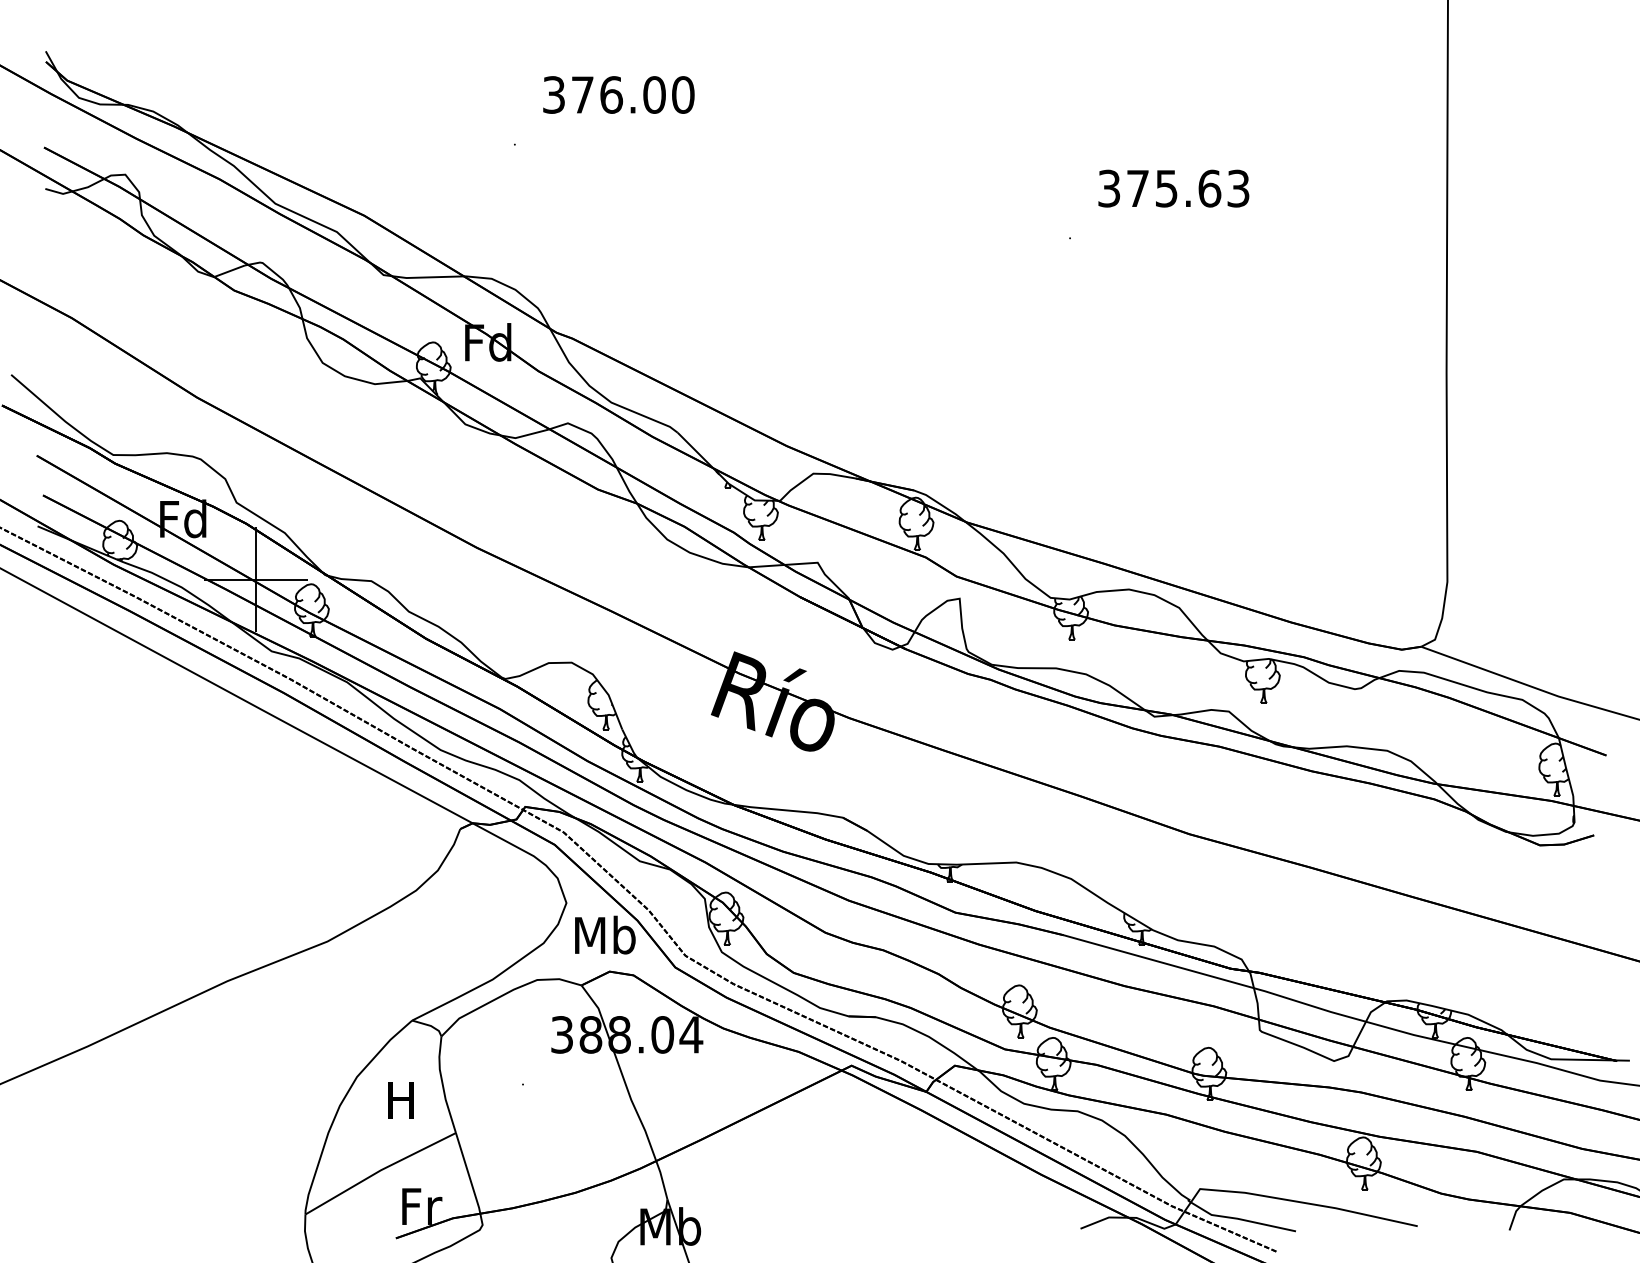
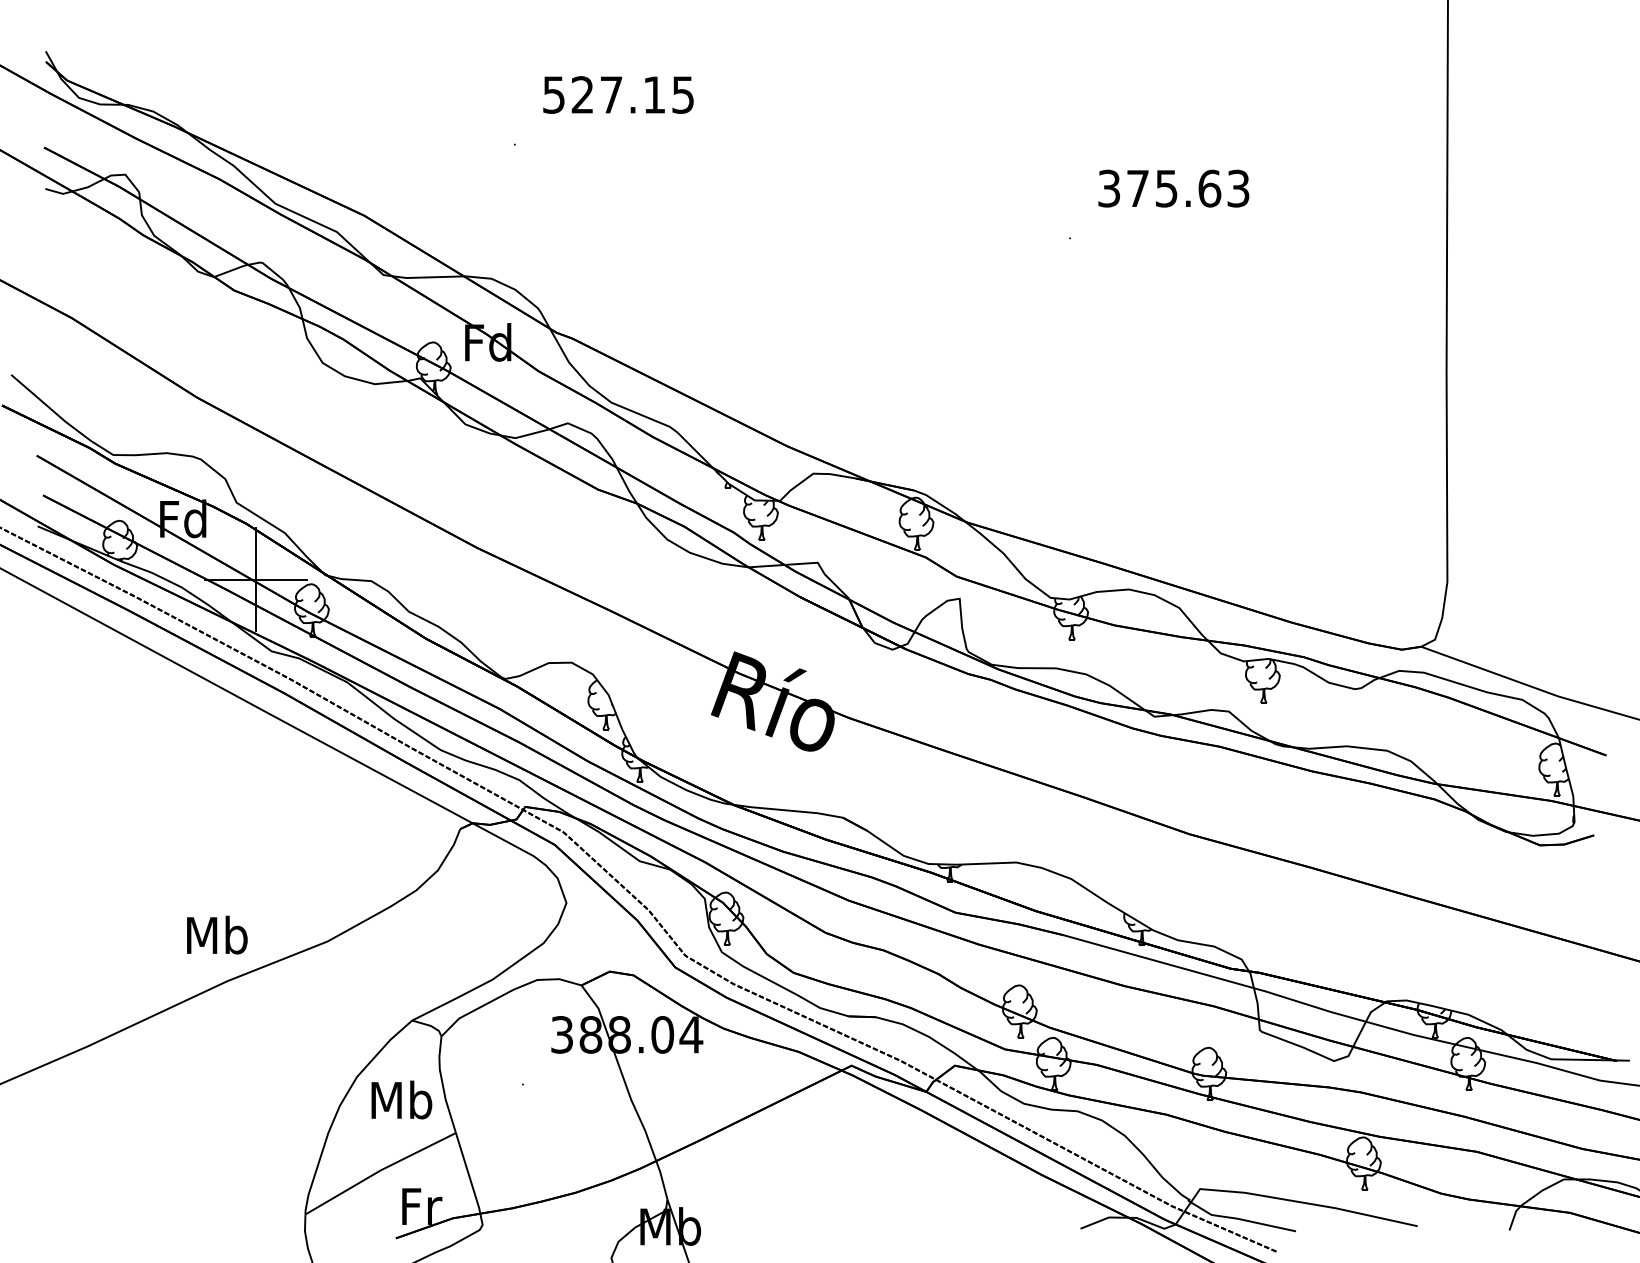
text at (618, 94): 376.00 -> 527.15
text at (605, 934) position: (605, 934) -> (217, 934)
text at (401, 1099): H -> Mb
